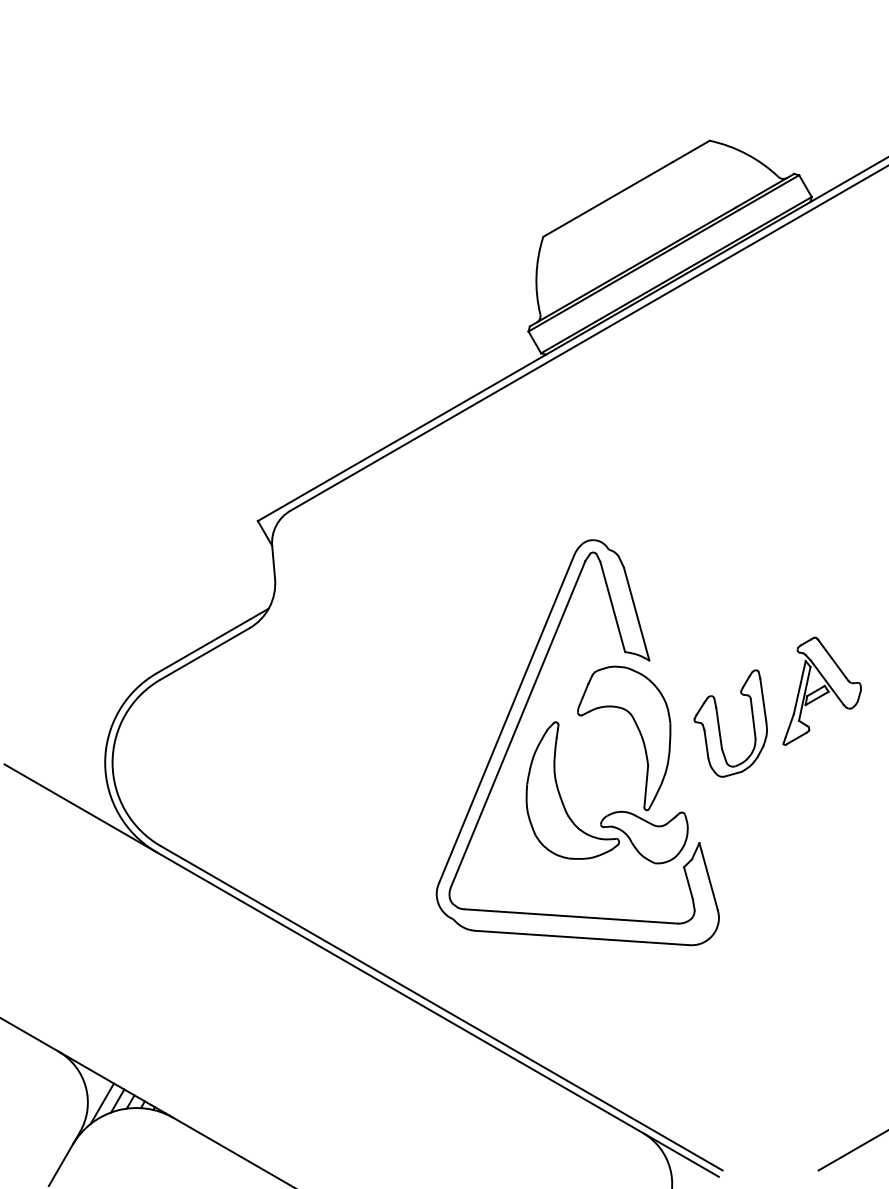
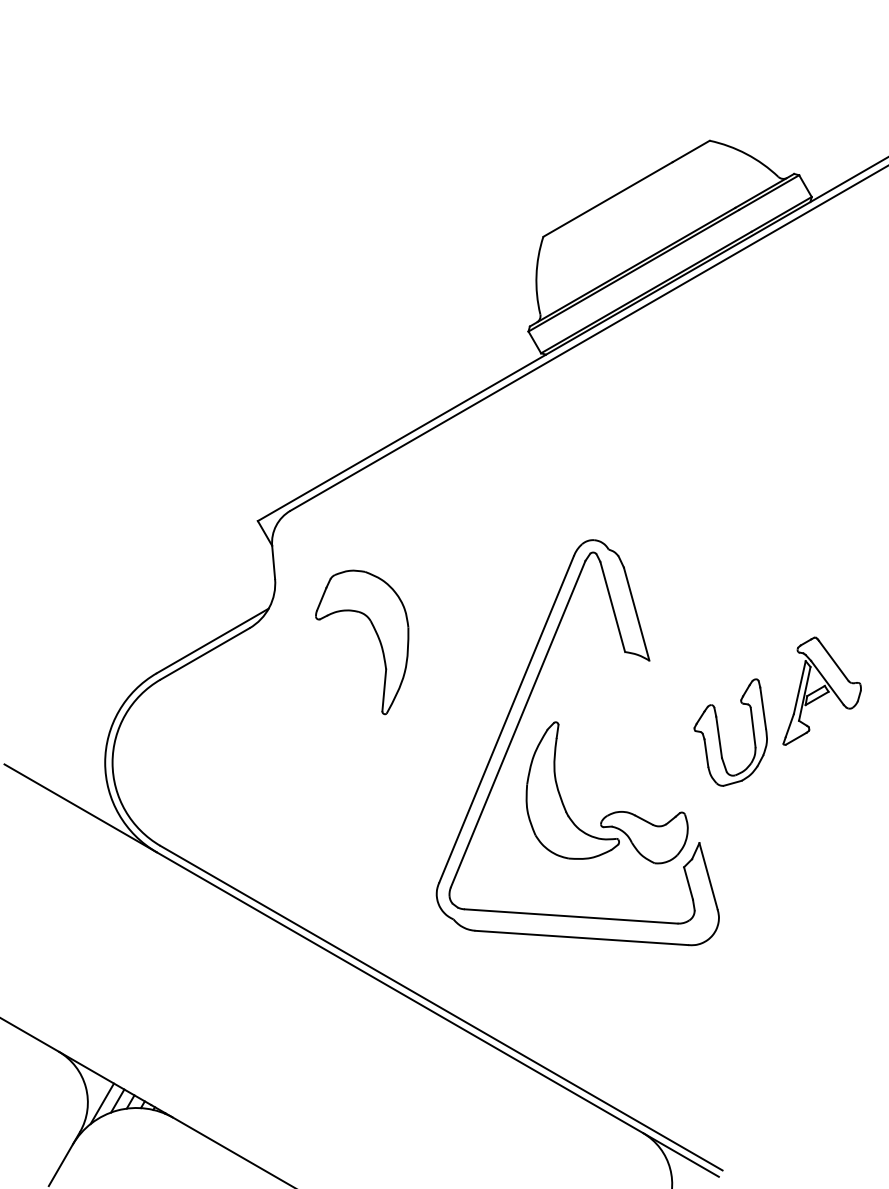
part at (719, 723) position: (719, 723) -> (719, 732)
part at (638, 731) position: (638, 731) -> (376, 635)
line at (851, 1150): present -> none
